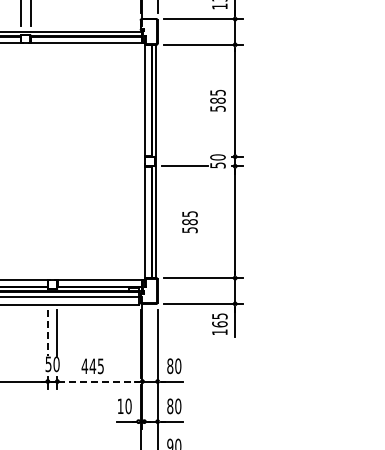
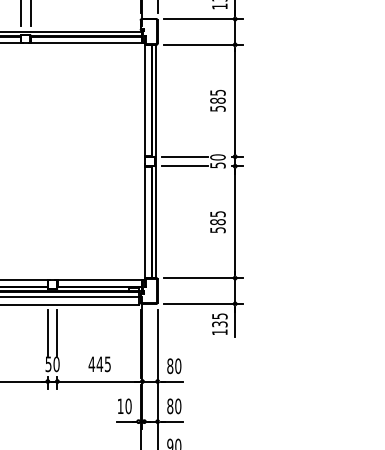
line at (185, 156): none -> present
text at (189, 222) position: (189, 222) -> (217, 222)
text at (219, 324): 165 -> 135
line at (47, 332): dashed -> solid
text at (92, 366) position: (92, 366) -> (99, 364)
line at (99, 381): dashed -> solid
